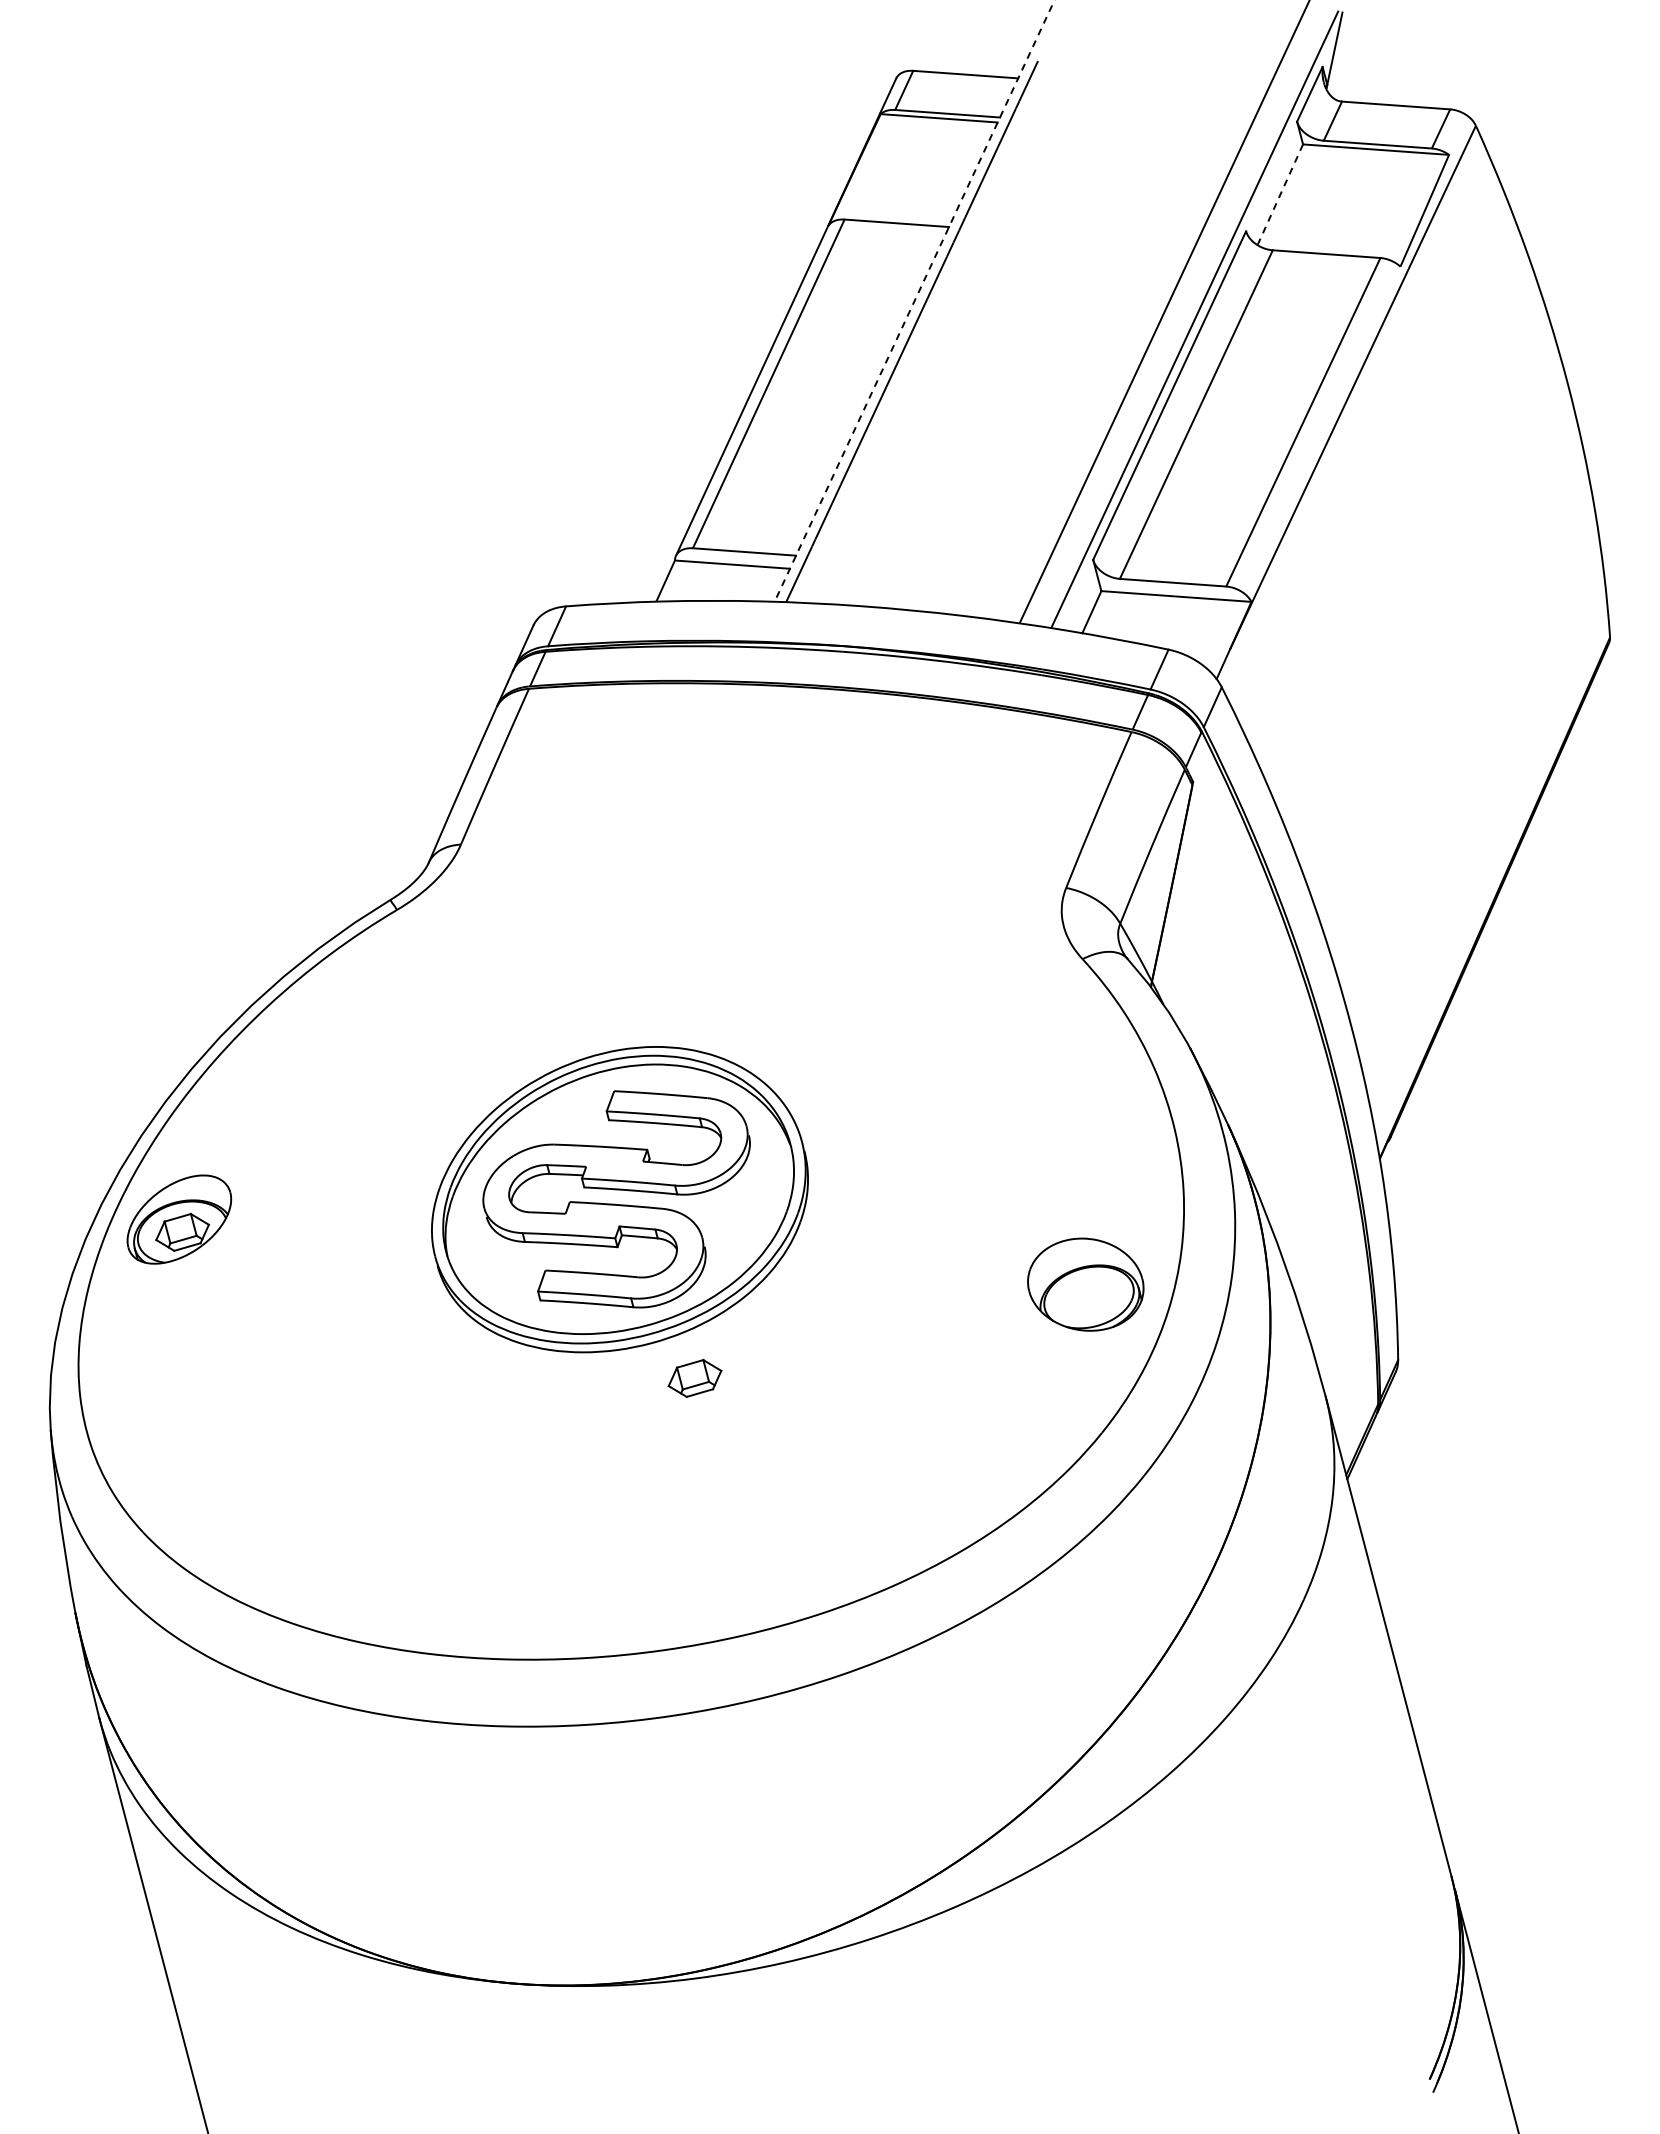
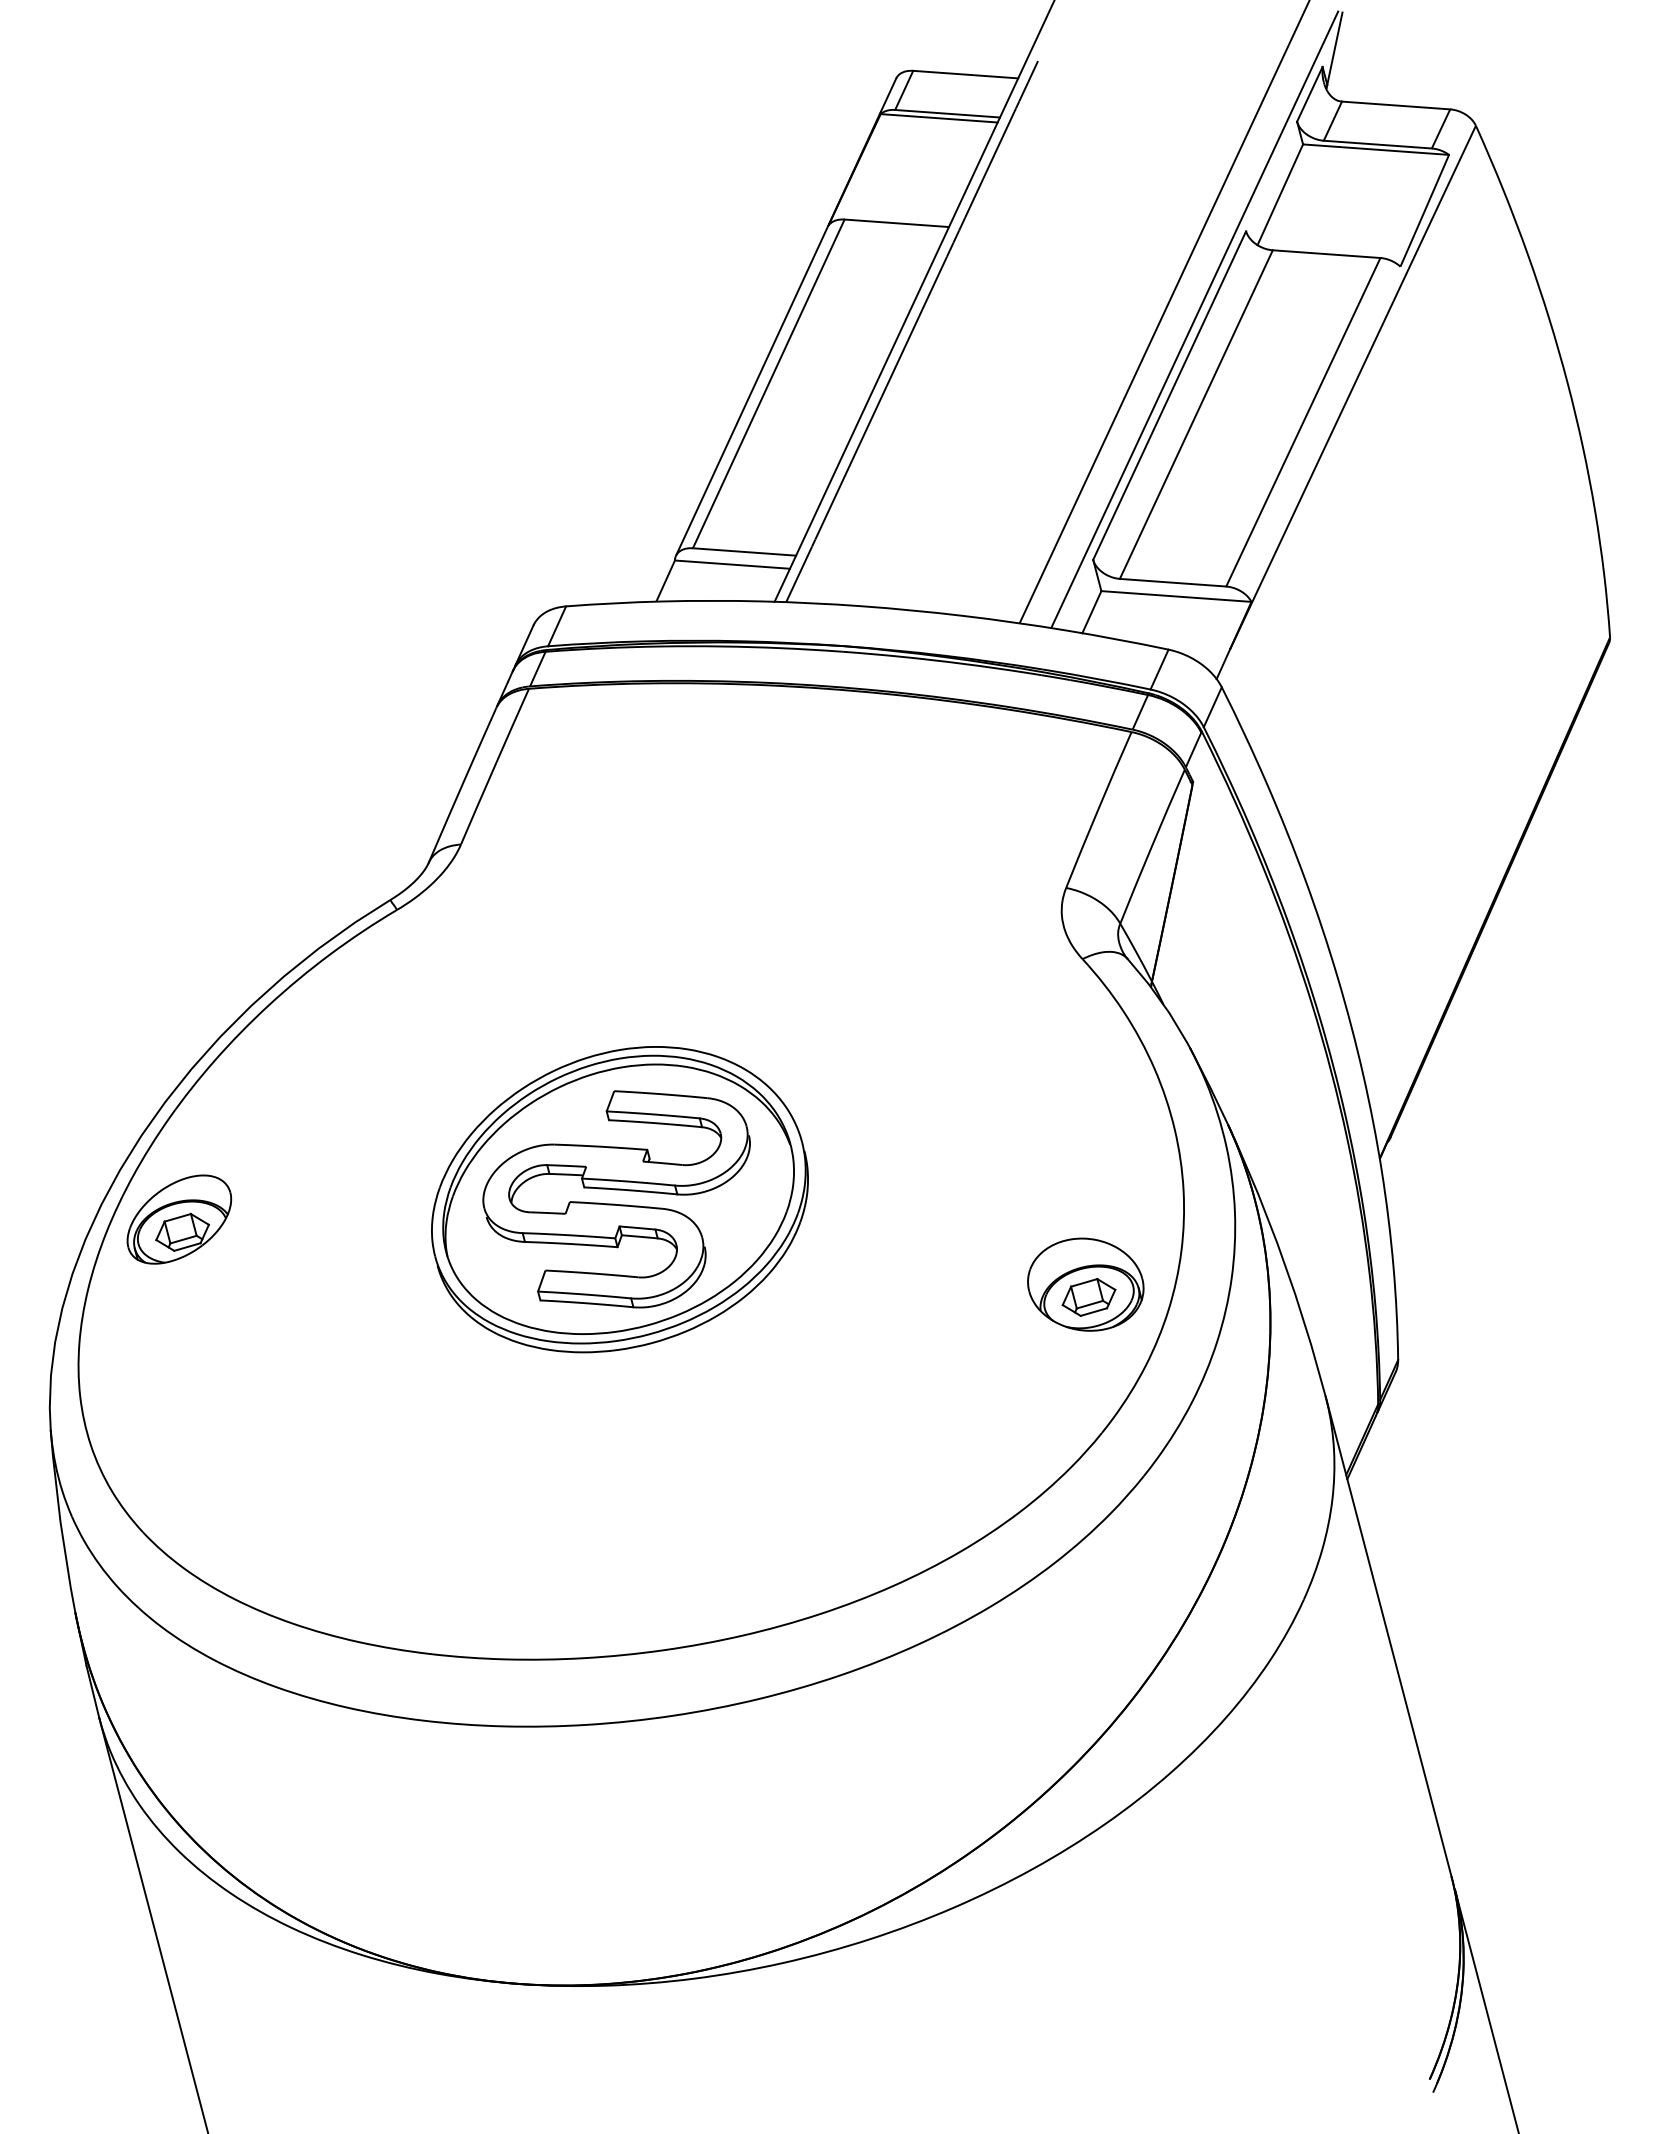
line at (1280, 195): dashed -> solid
line at (914, 301): dashed -> solid
part at (694, 1378) position: (694, 1378) -> (1088, 1297)
